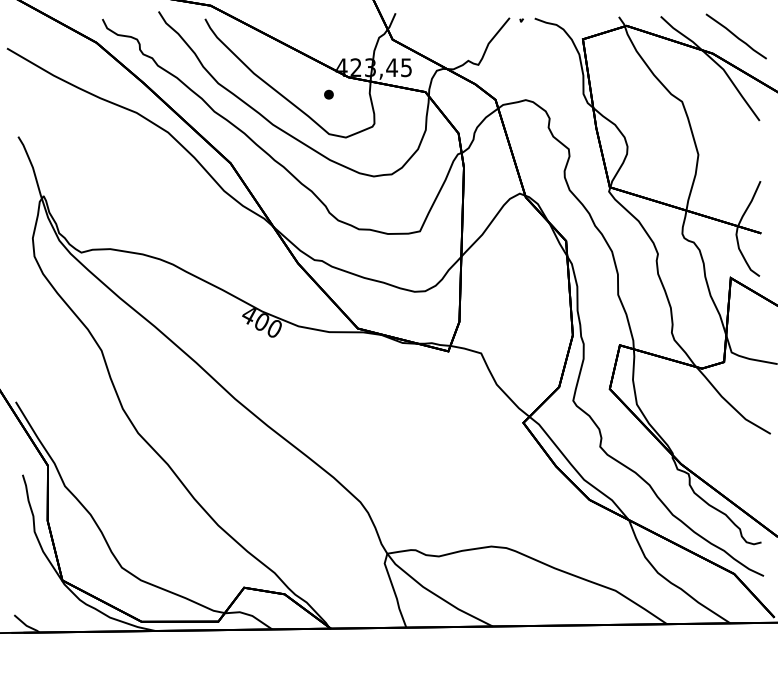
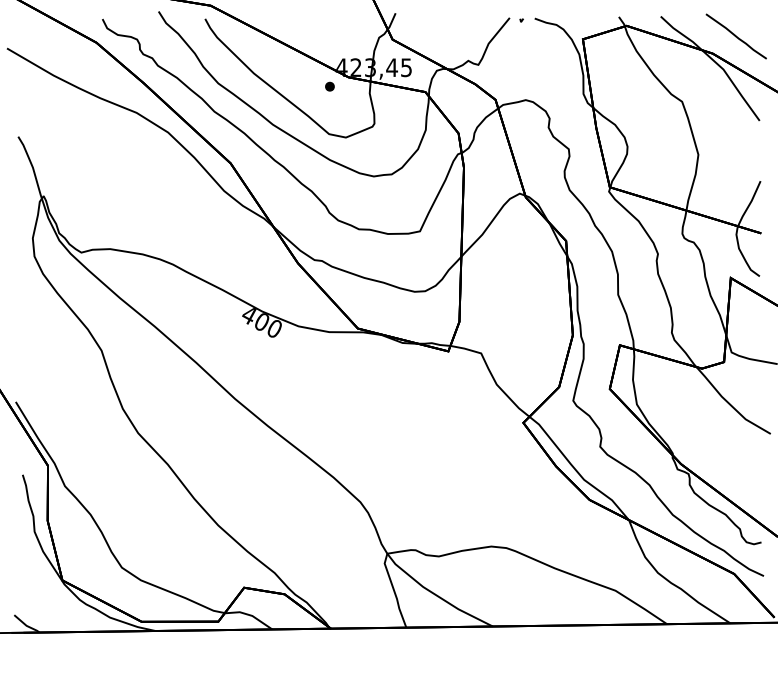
part at (328, 94) position: (328, 94) -> (329, 86)
